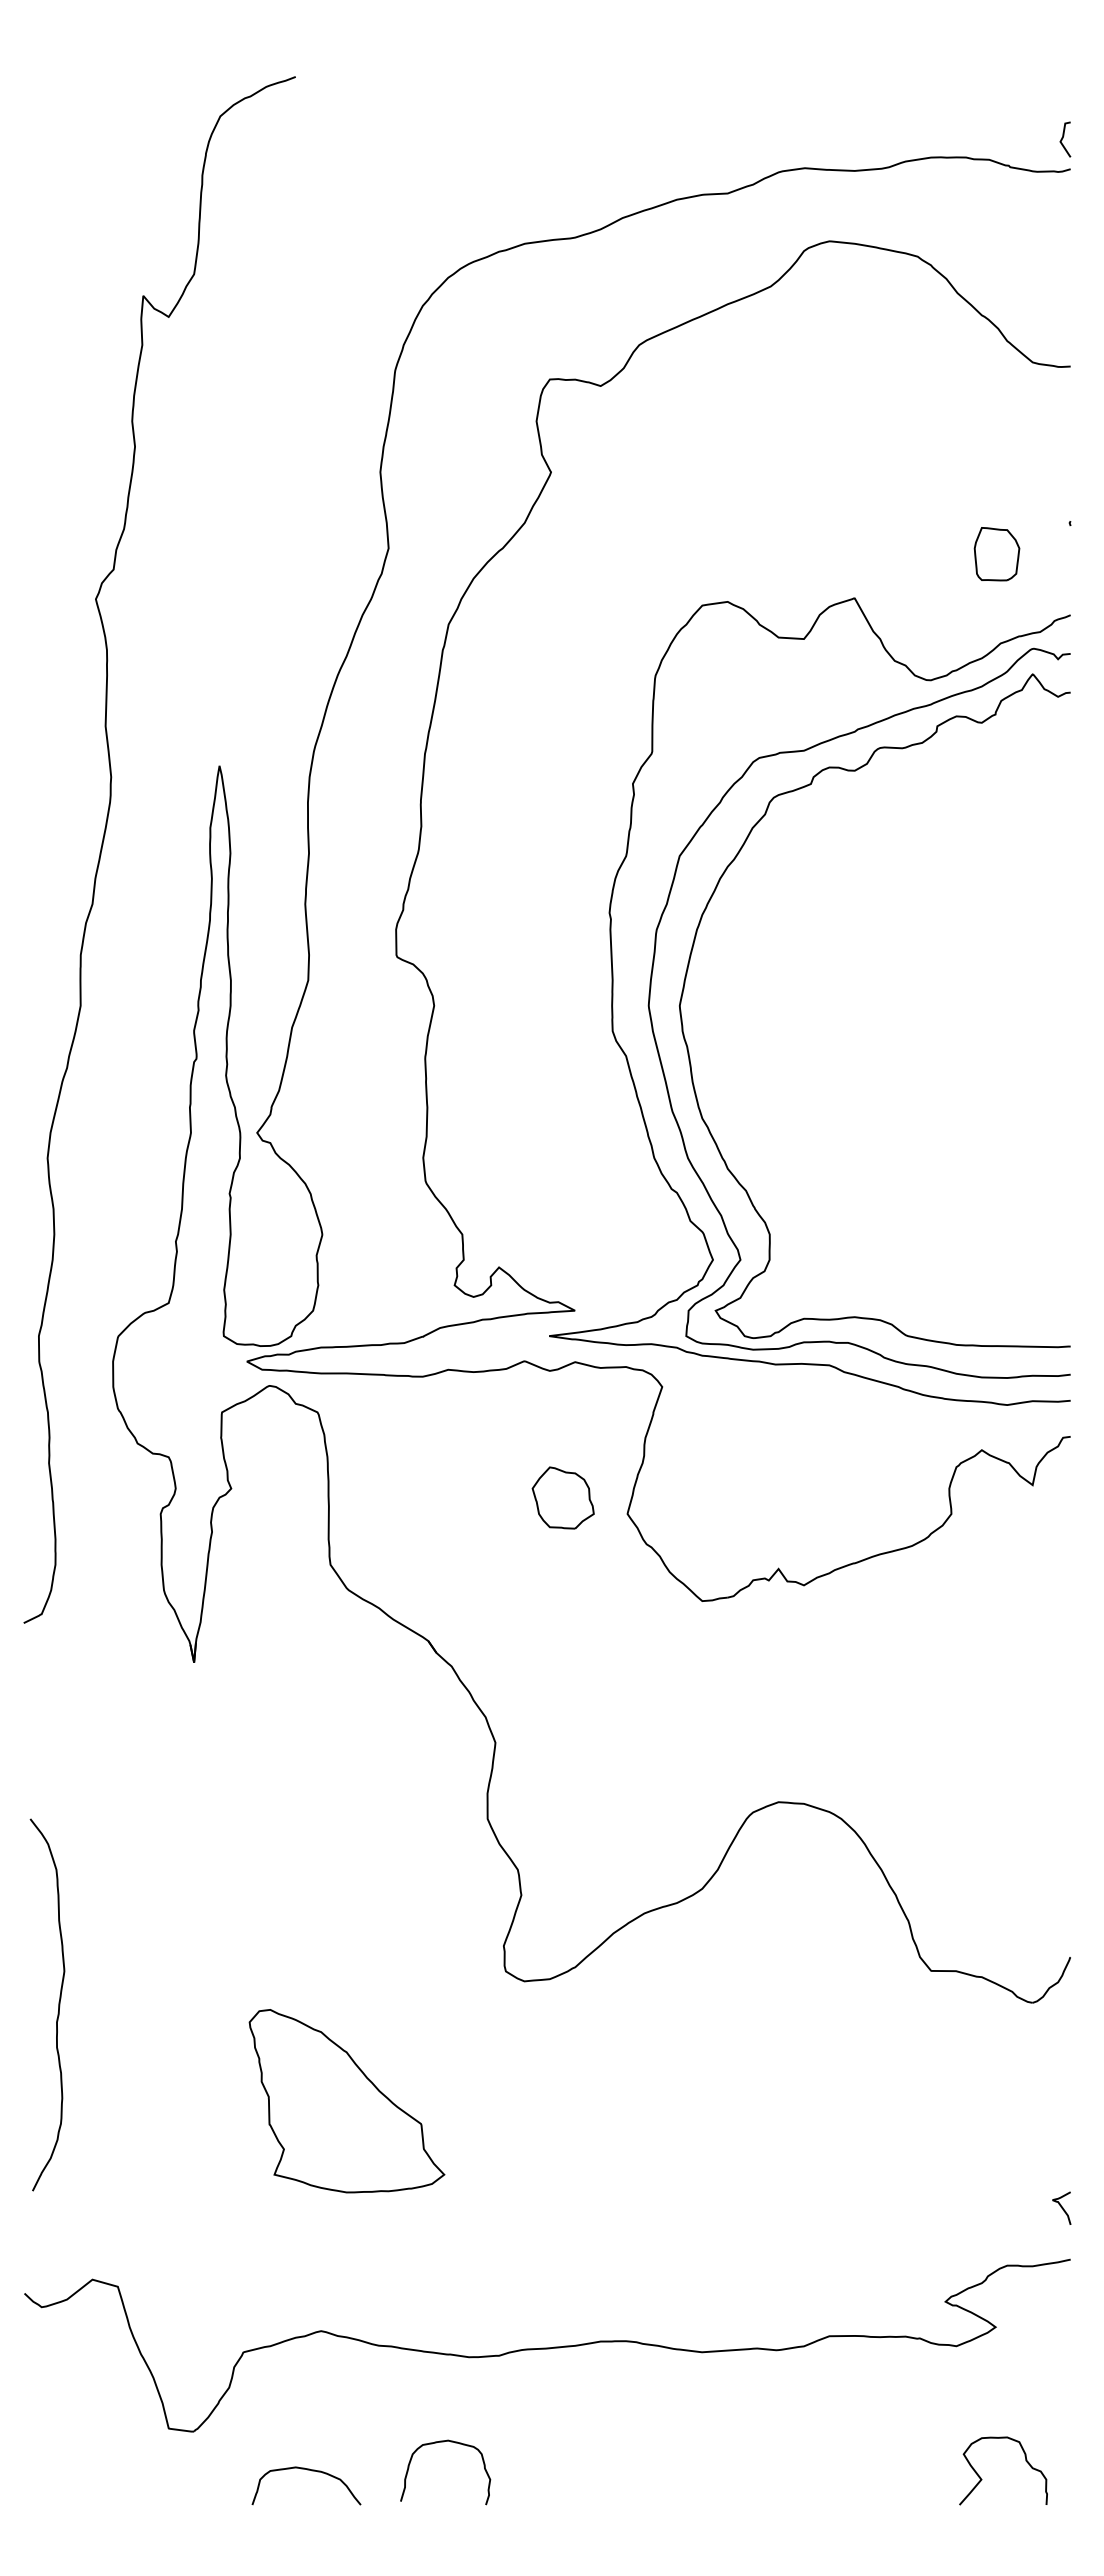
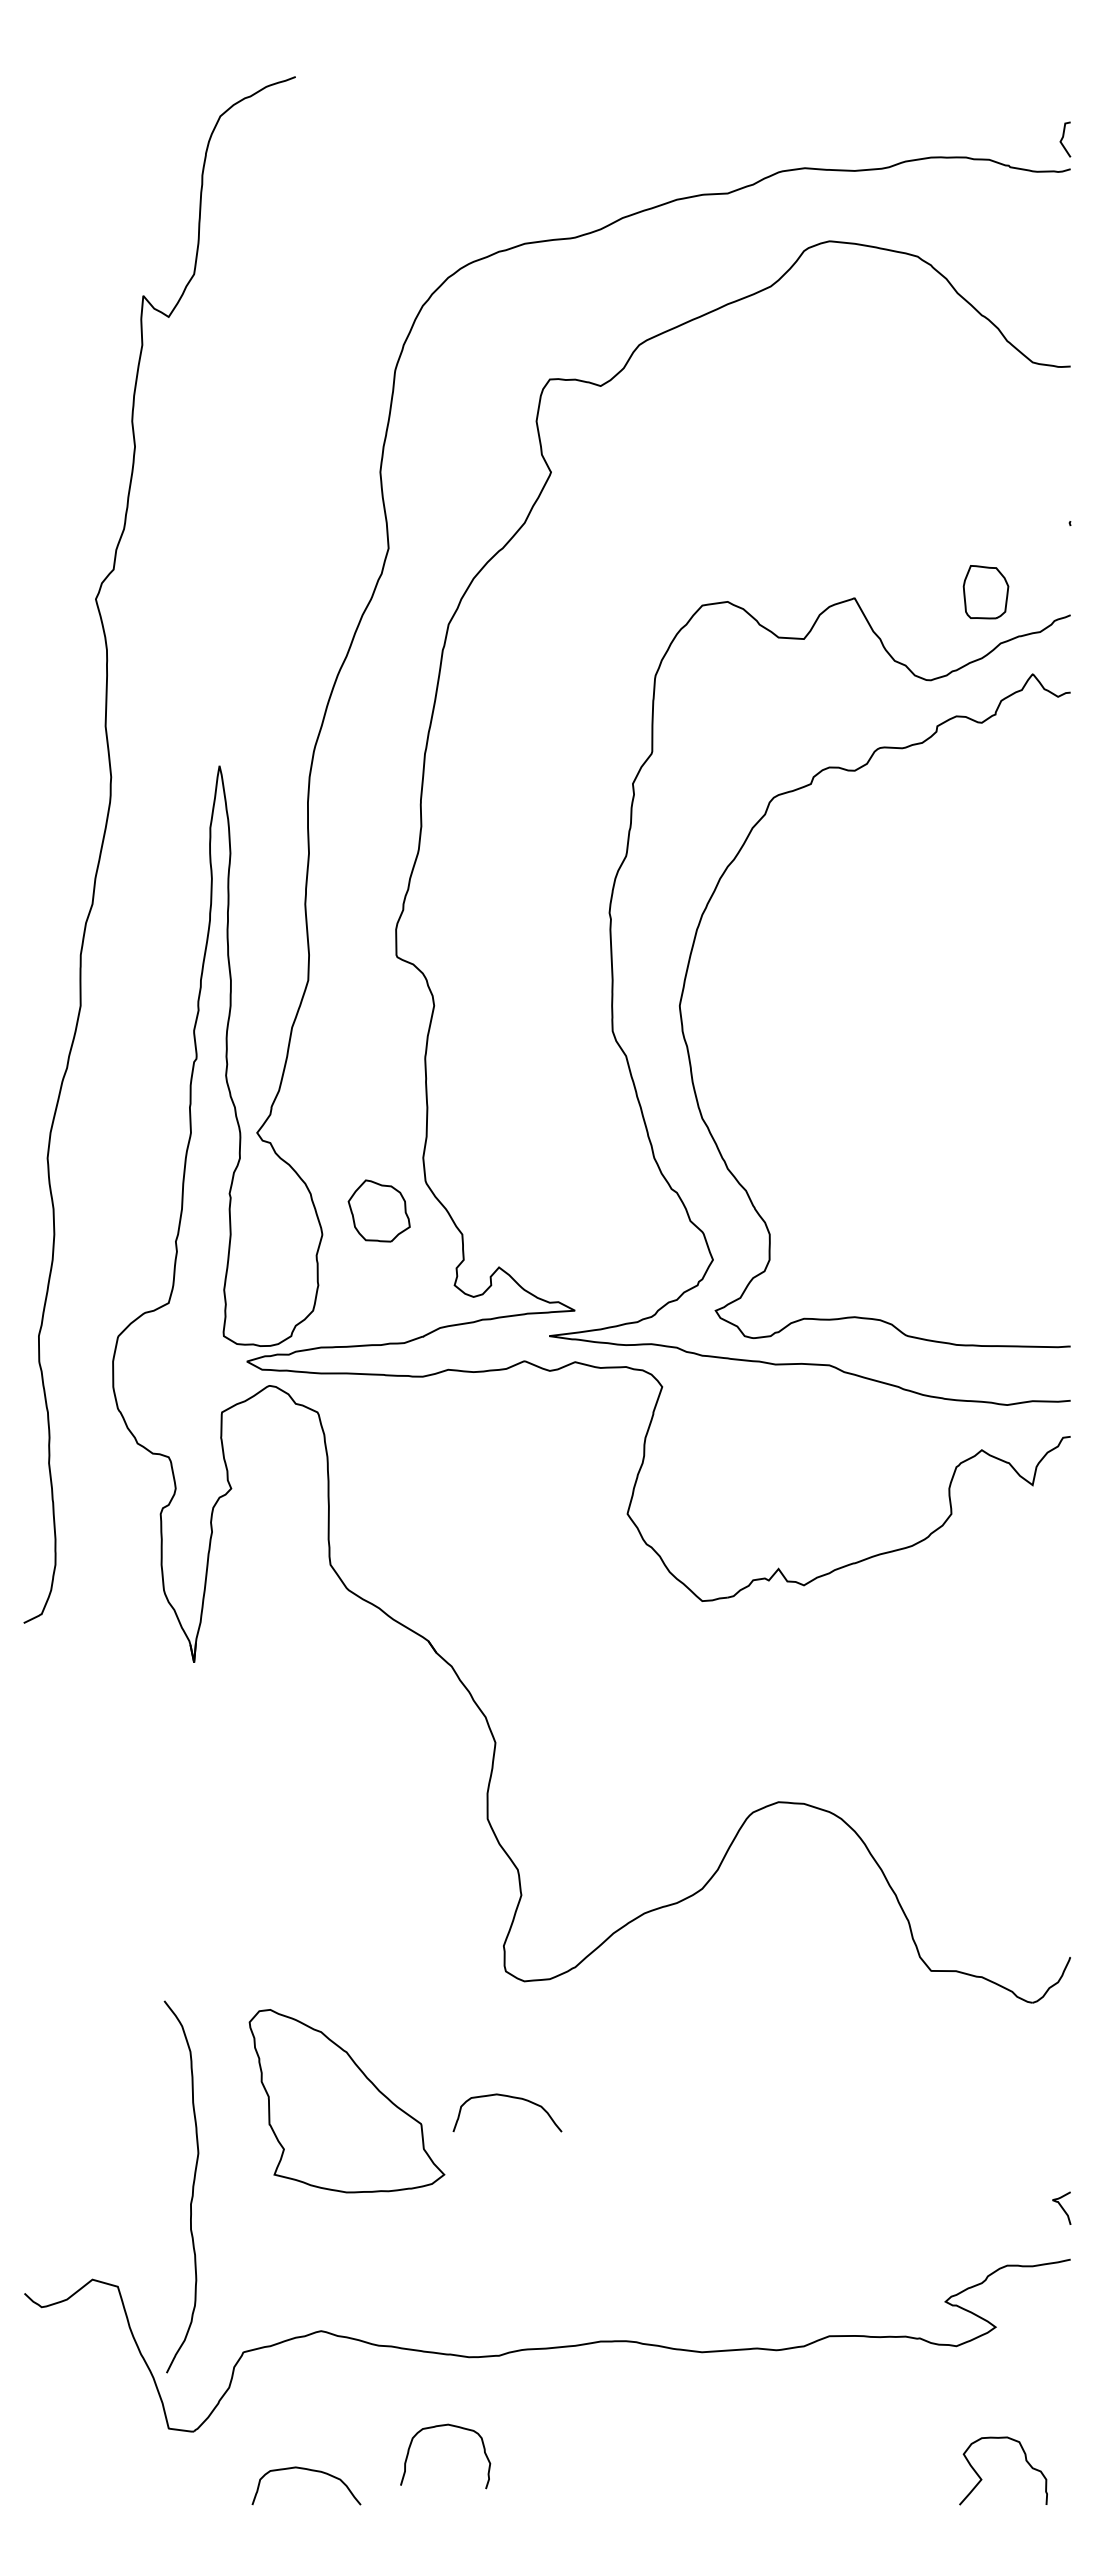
part at (996, 554) position: (996, 554) -> (985, 592)
curve at (661, 1060): present -> none
part at (562, 1497) position: (562, 1497) -> (378, 1210)
curve at (58, 2004) position: (58, 2004) -> (192, 2186)
curve at (512, 2098): none -> present
curve at (444, 2442) position: (444, 2442) -> (444, 2426)
